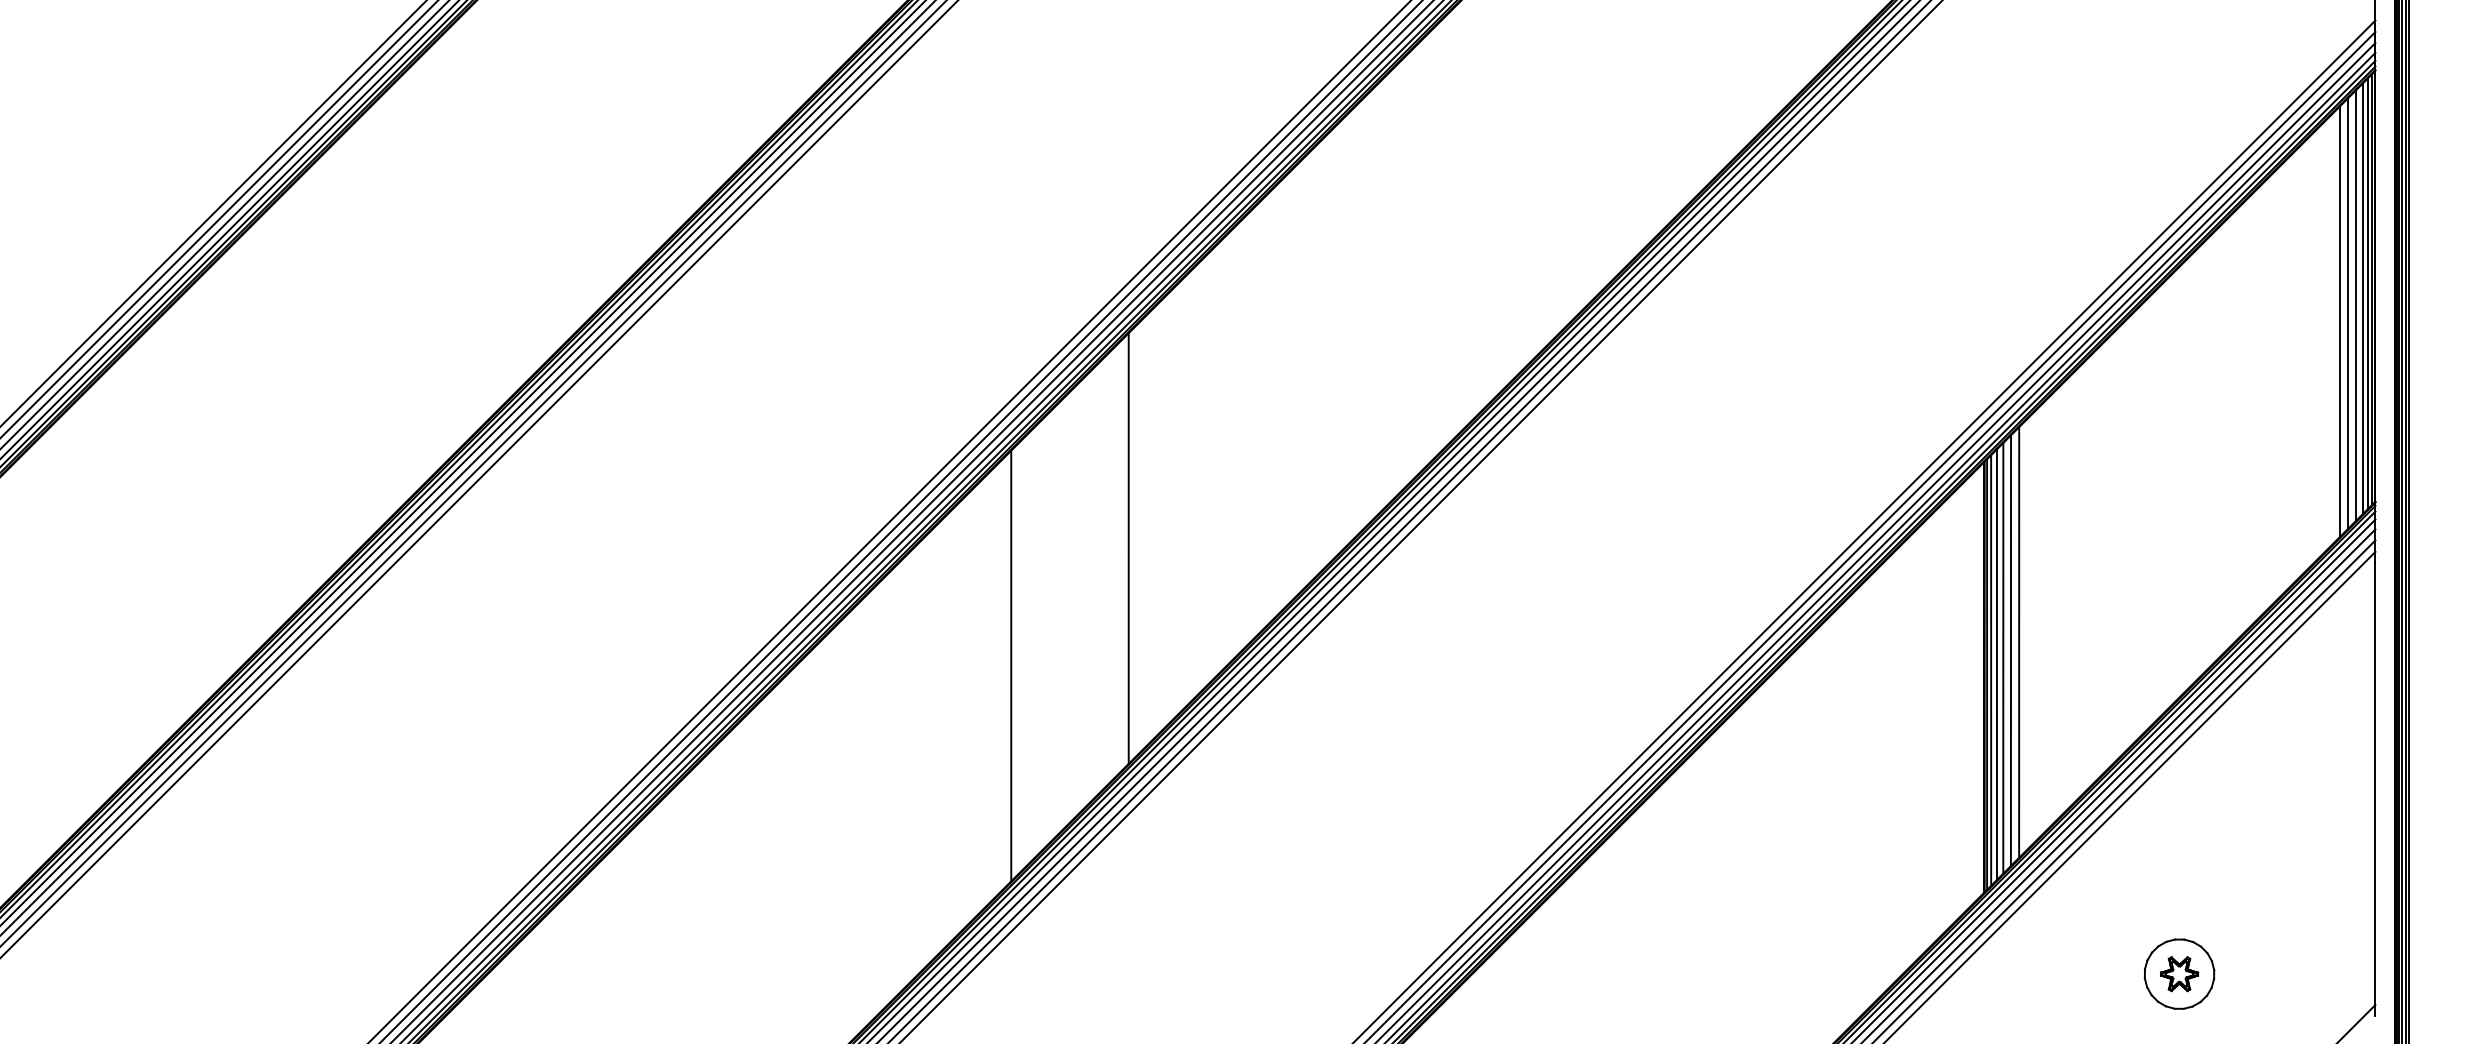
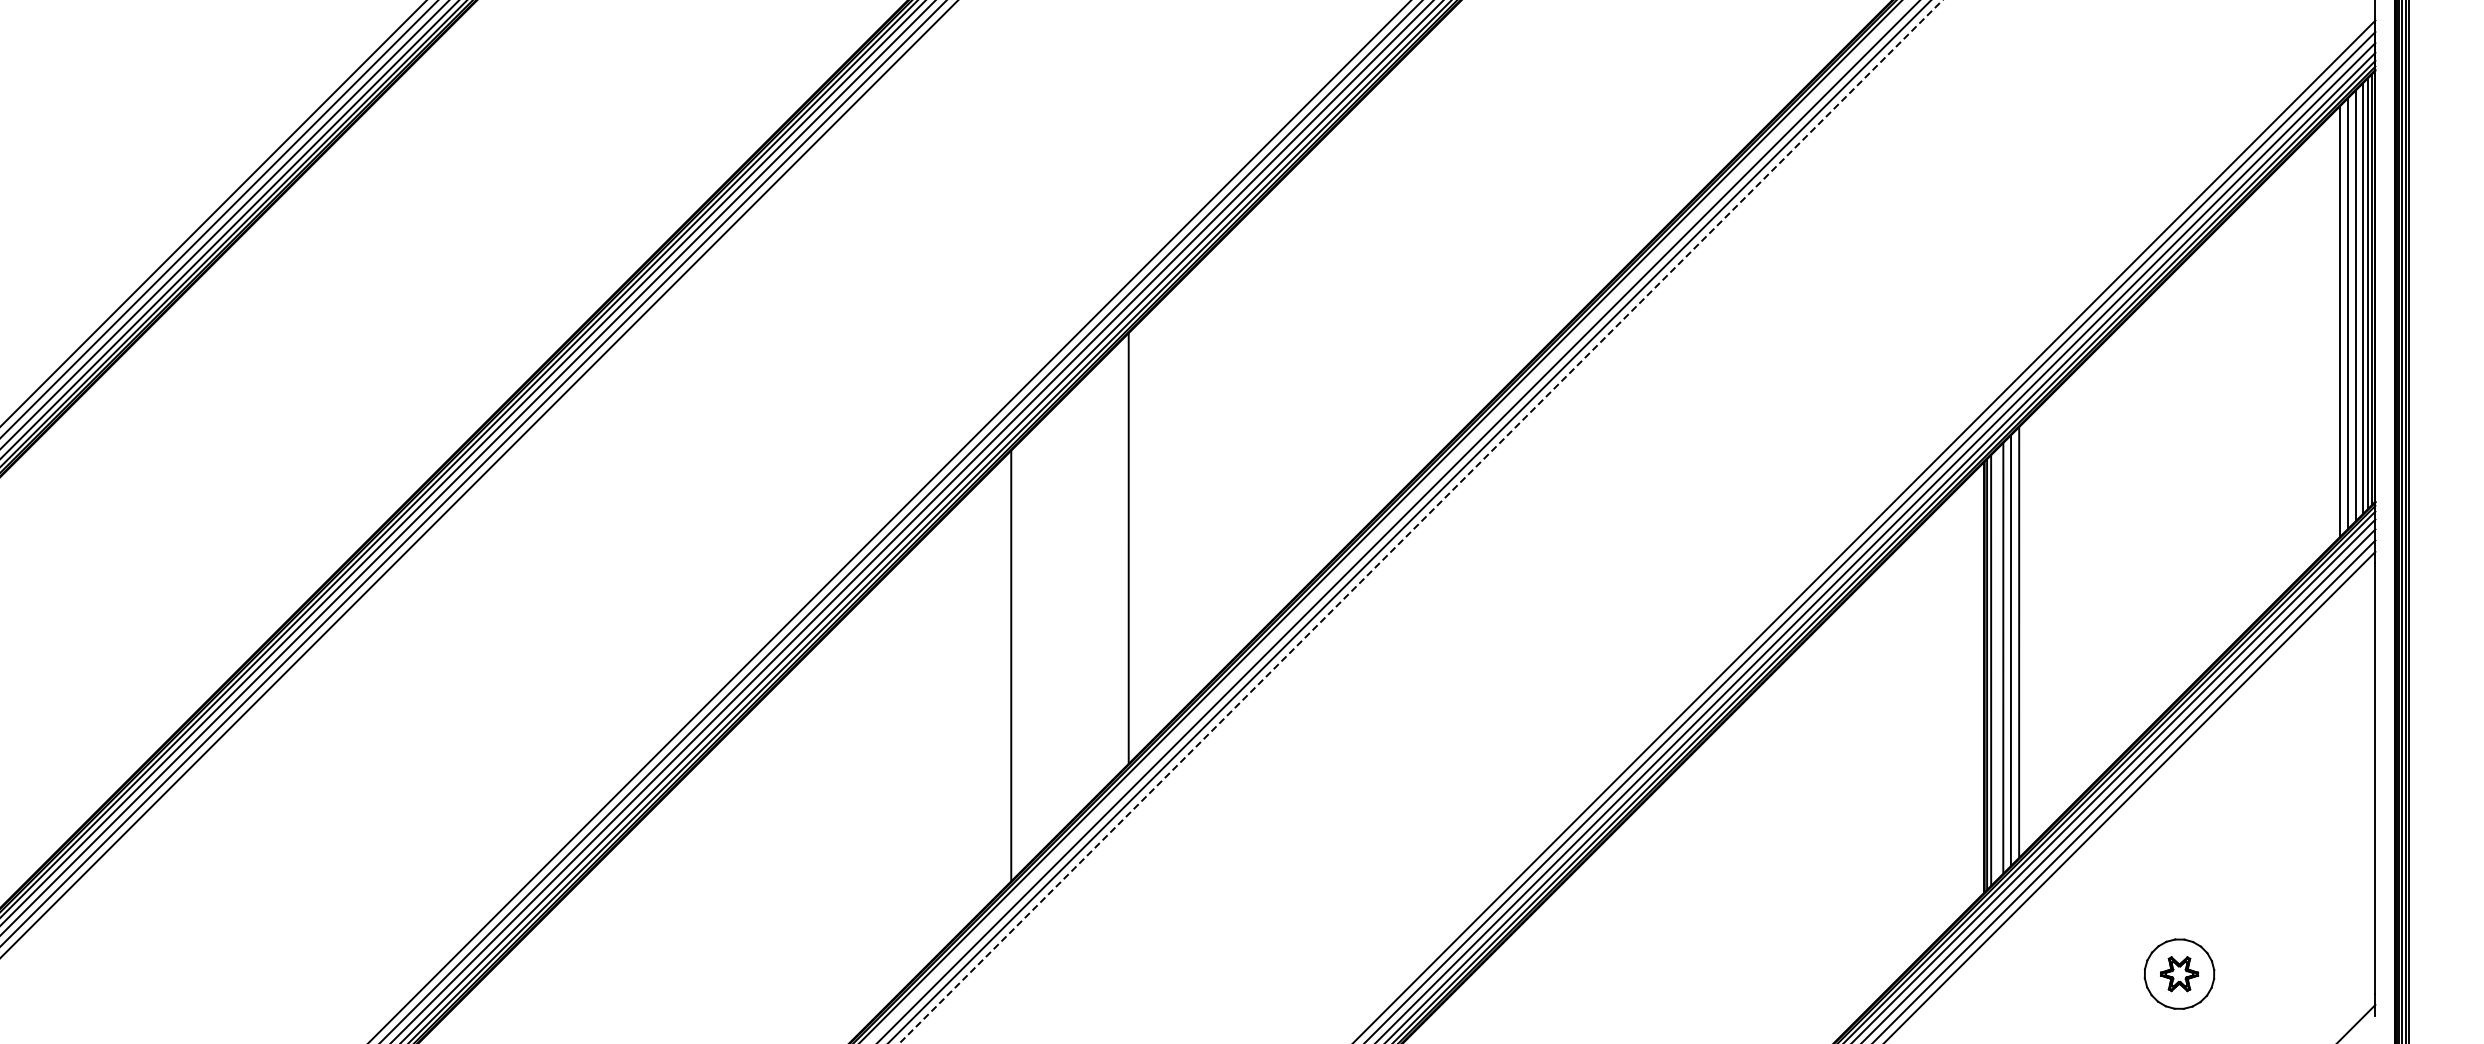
line at (1388, 521): present -> none
line at (1420, 521): solid -> dashed
line at (1996, 664): present -> none
